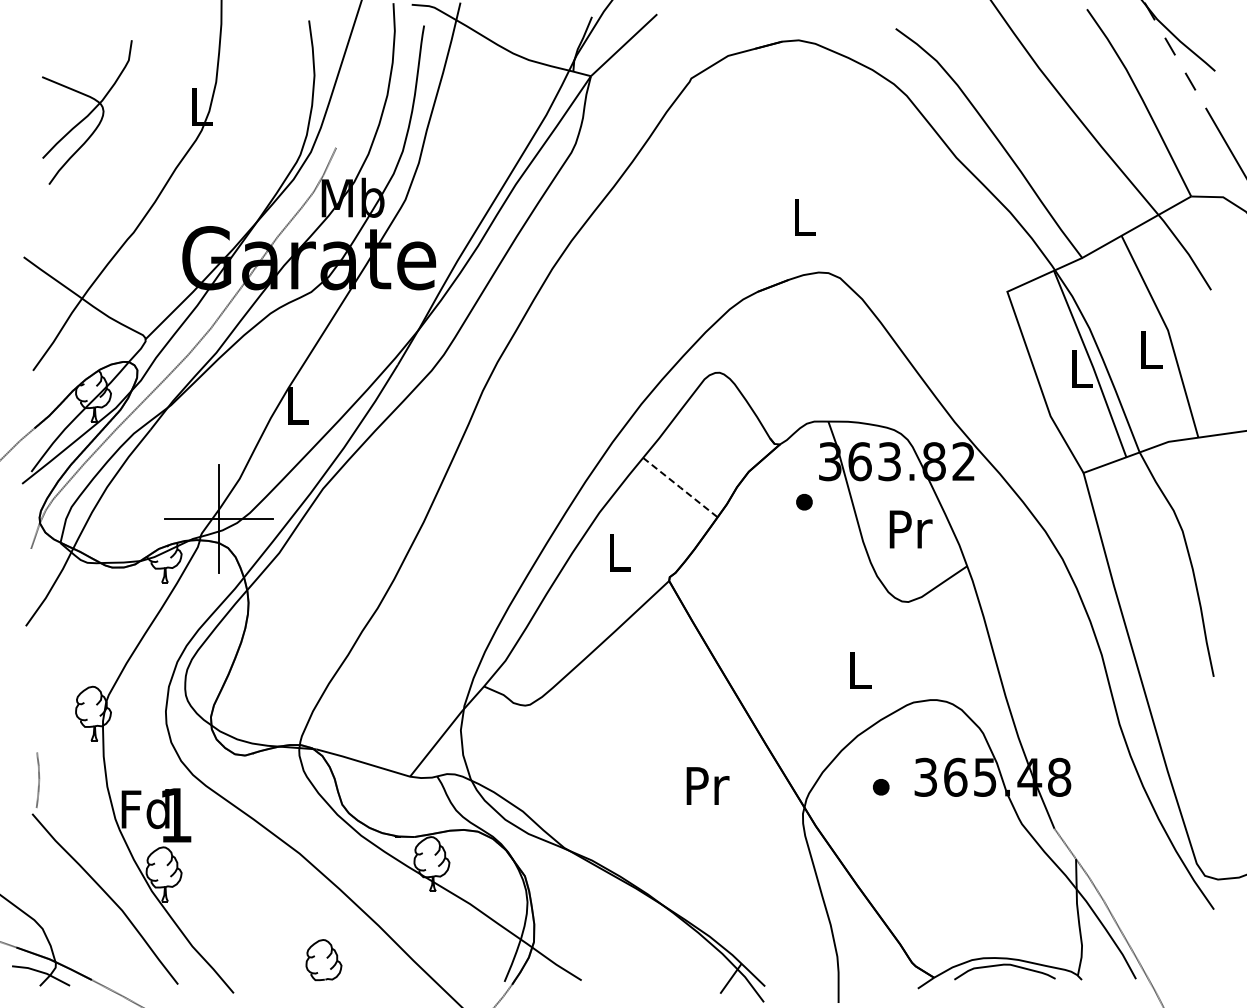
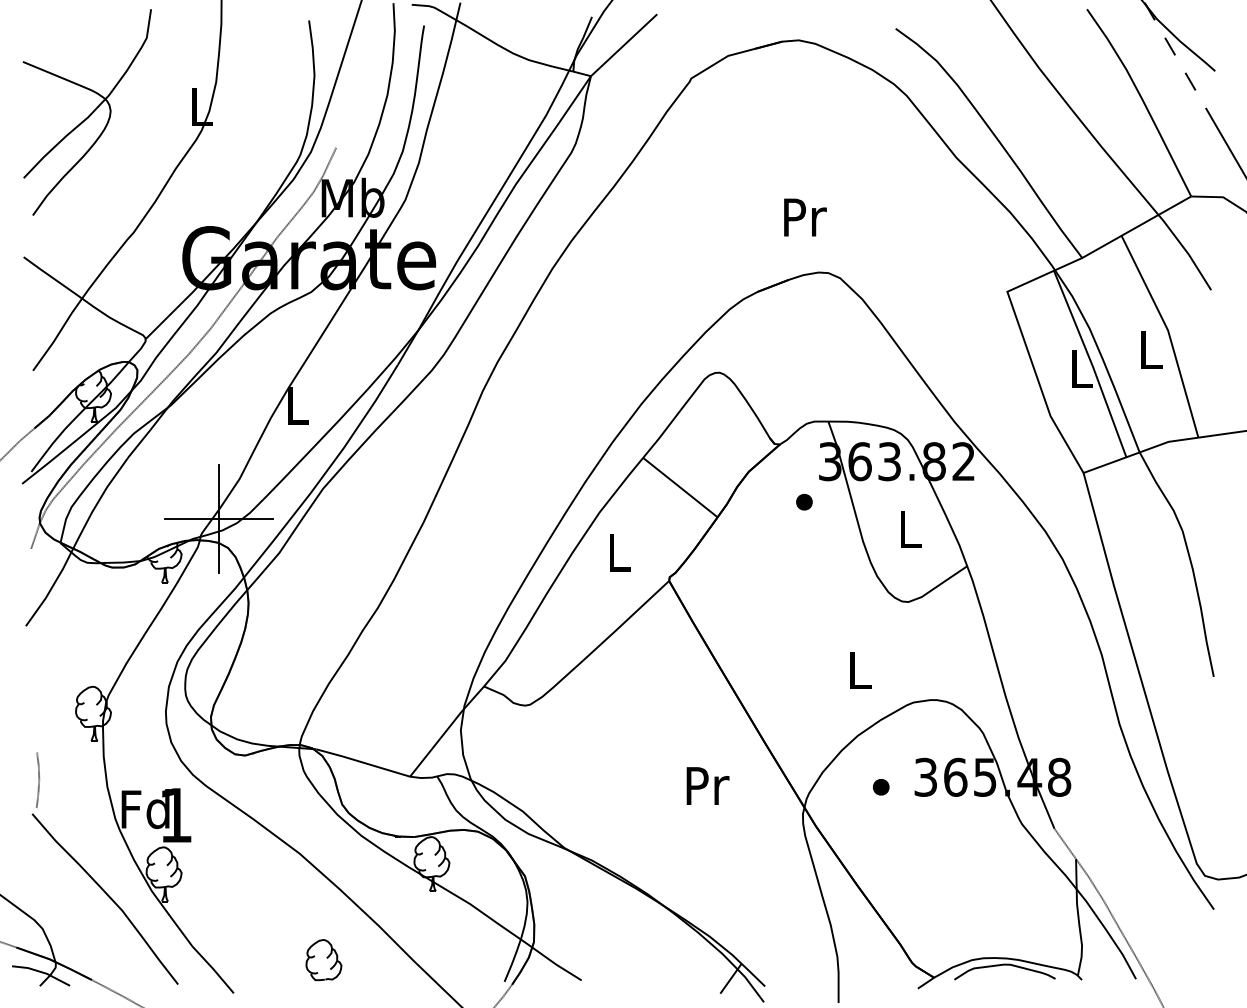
part at (87, 112) size: 91x145 px -> 130x207 px
text at (805, 217): L -> Pr
line at (680, 487): dashed -> solid
text at (910, 529): Pr -> L
